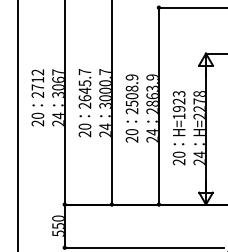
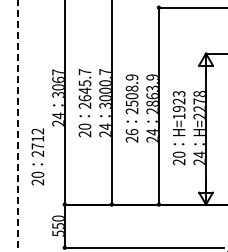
text at (37, 97) position: (37, 97) -> (37, 156)
line at (17, 125): solid -> dashed
text at (131, 132): 20 -> 26
